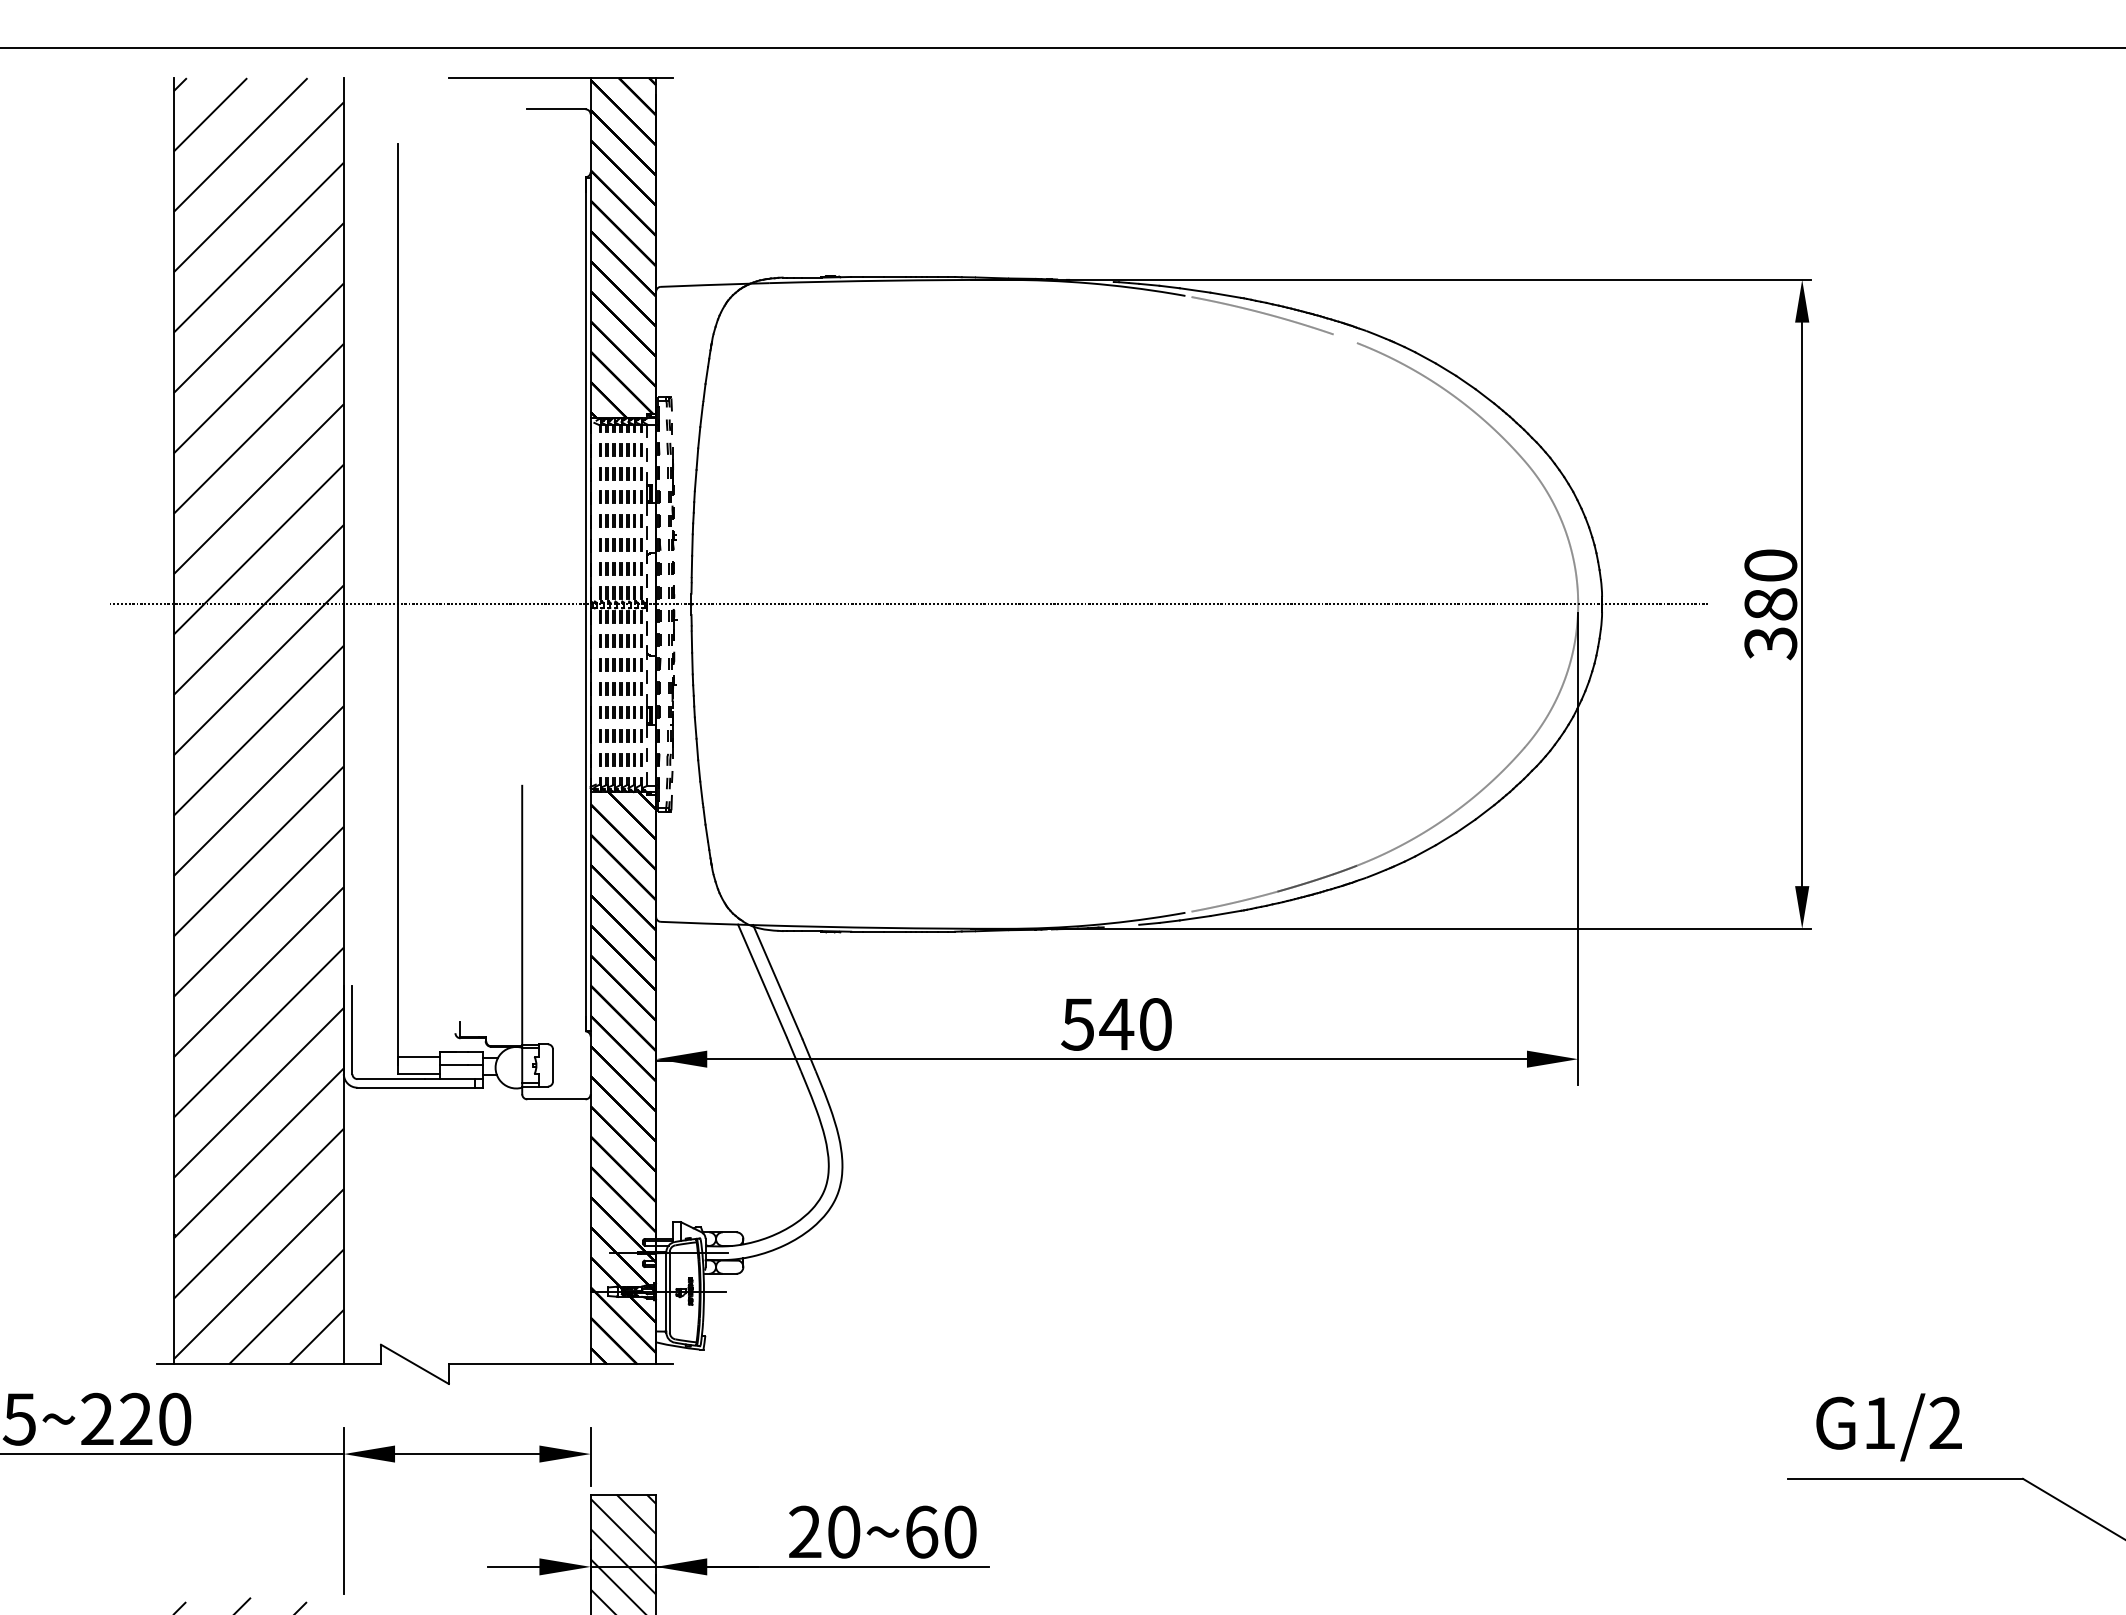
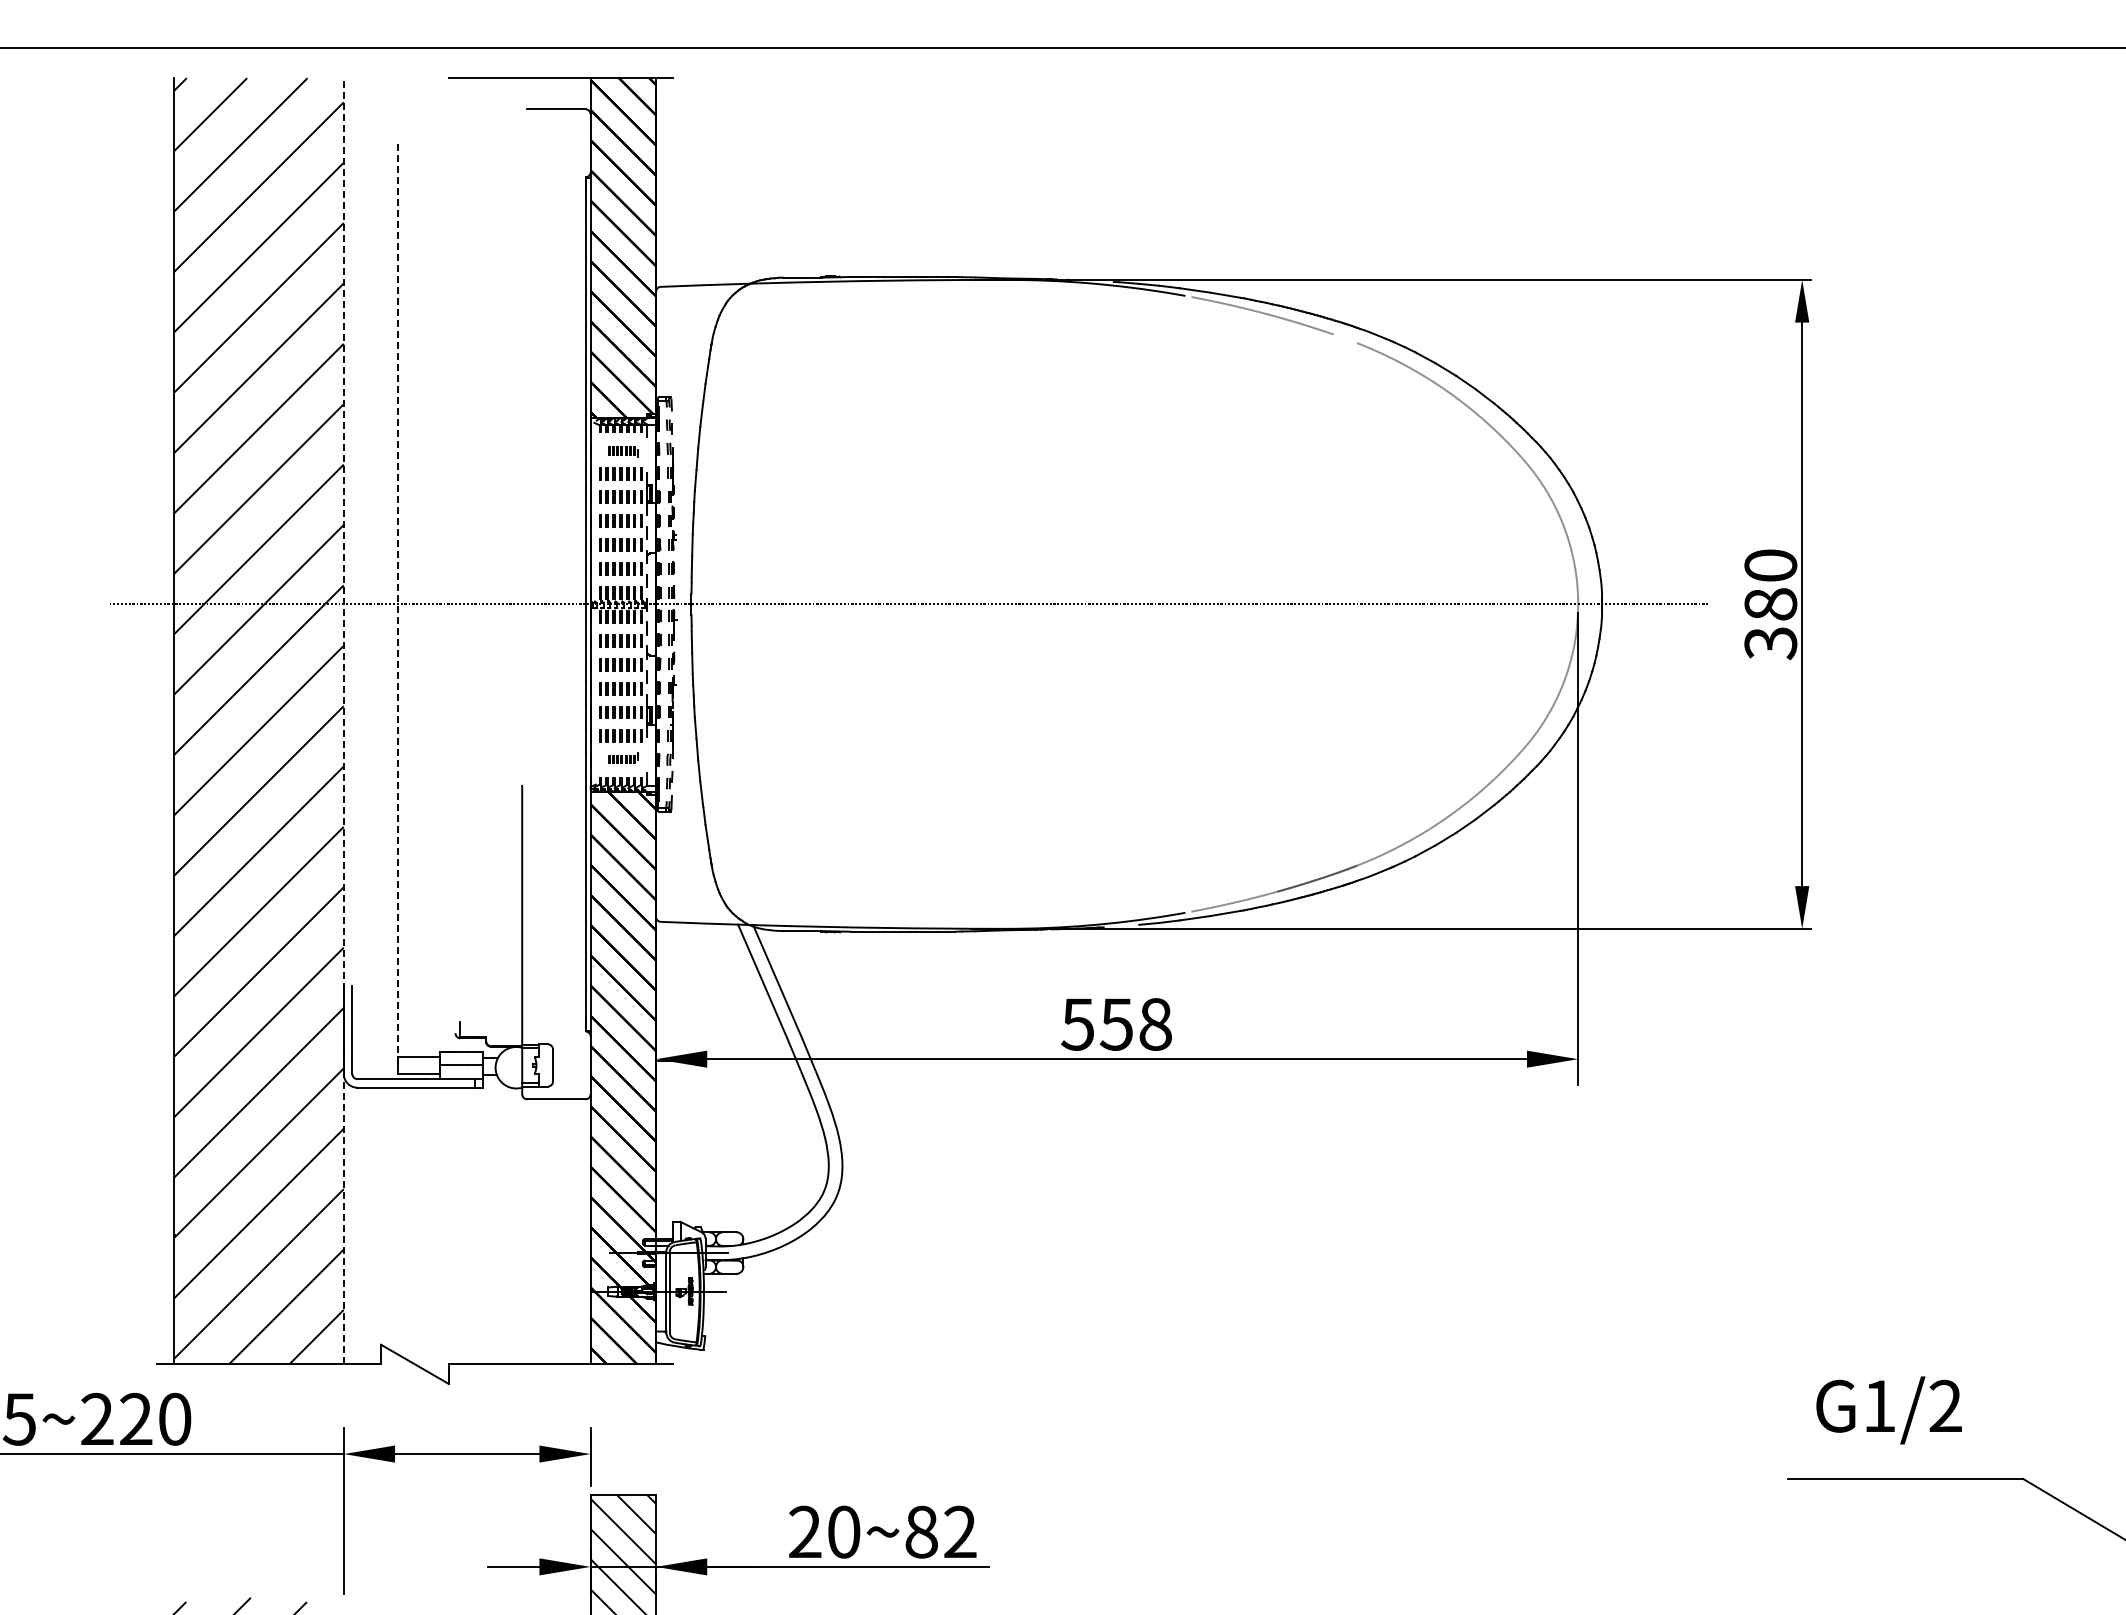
part at (623, 452) size: 49x19 px -> 31x12 px
line at (397, 604): solid -> dashed
line at (343, 720): solid -> dashed
part at (623, 757) size: 49x19 px -> 31x12 px
text at (1135, 1024): 540 -> 558
text at (1888, 1427) position: (1888, 1427) -> (1888, 1410)
text at (940, 1531): 20~60 -> 20~82
